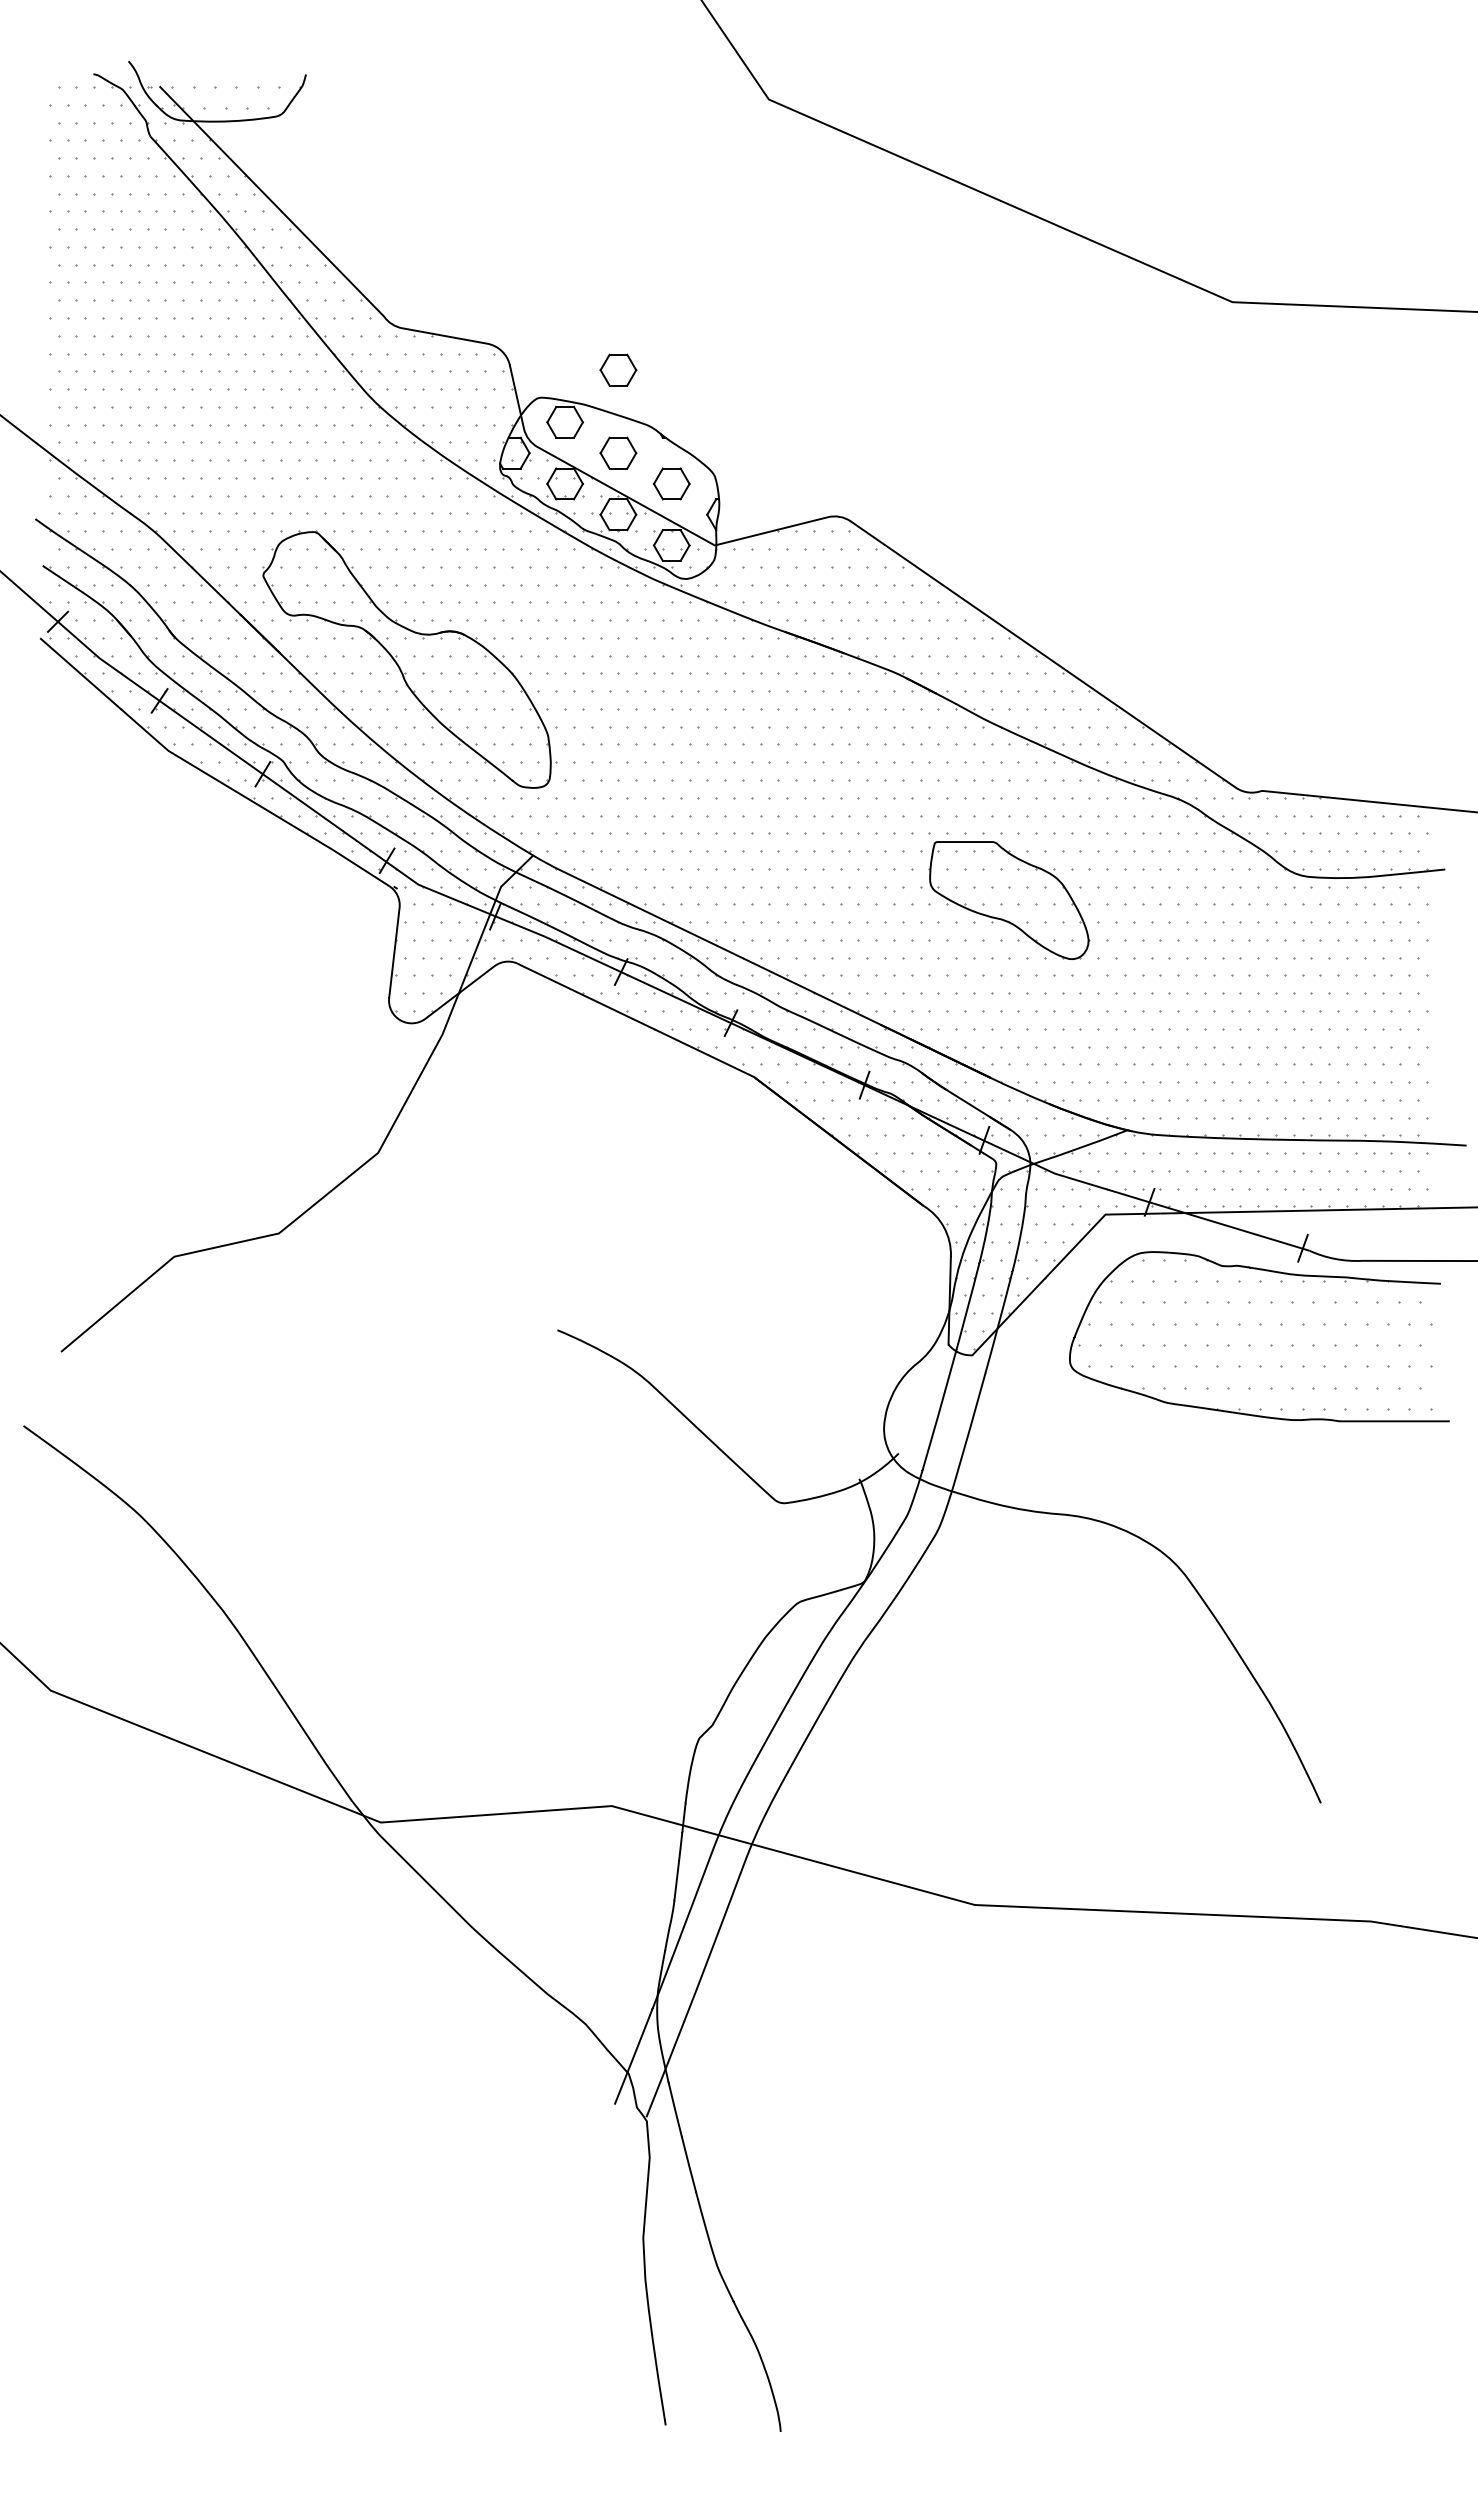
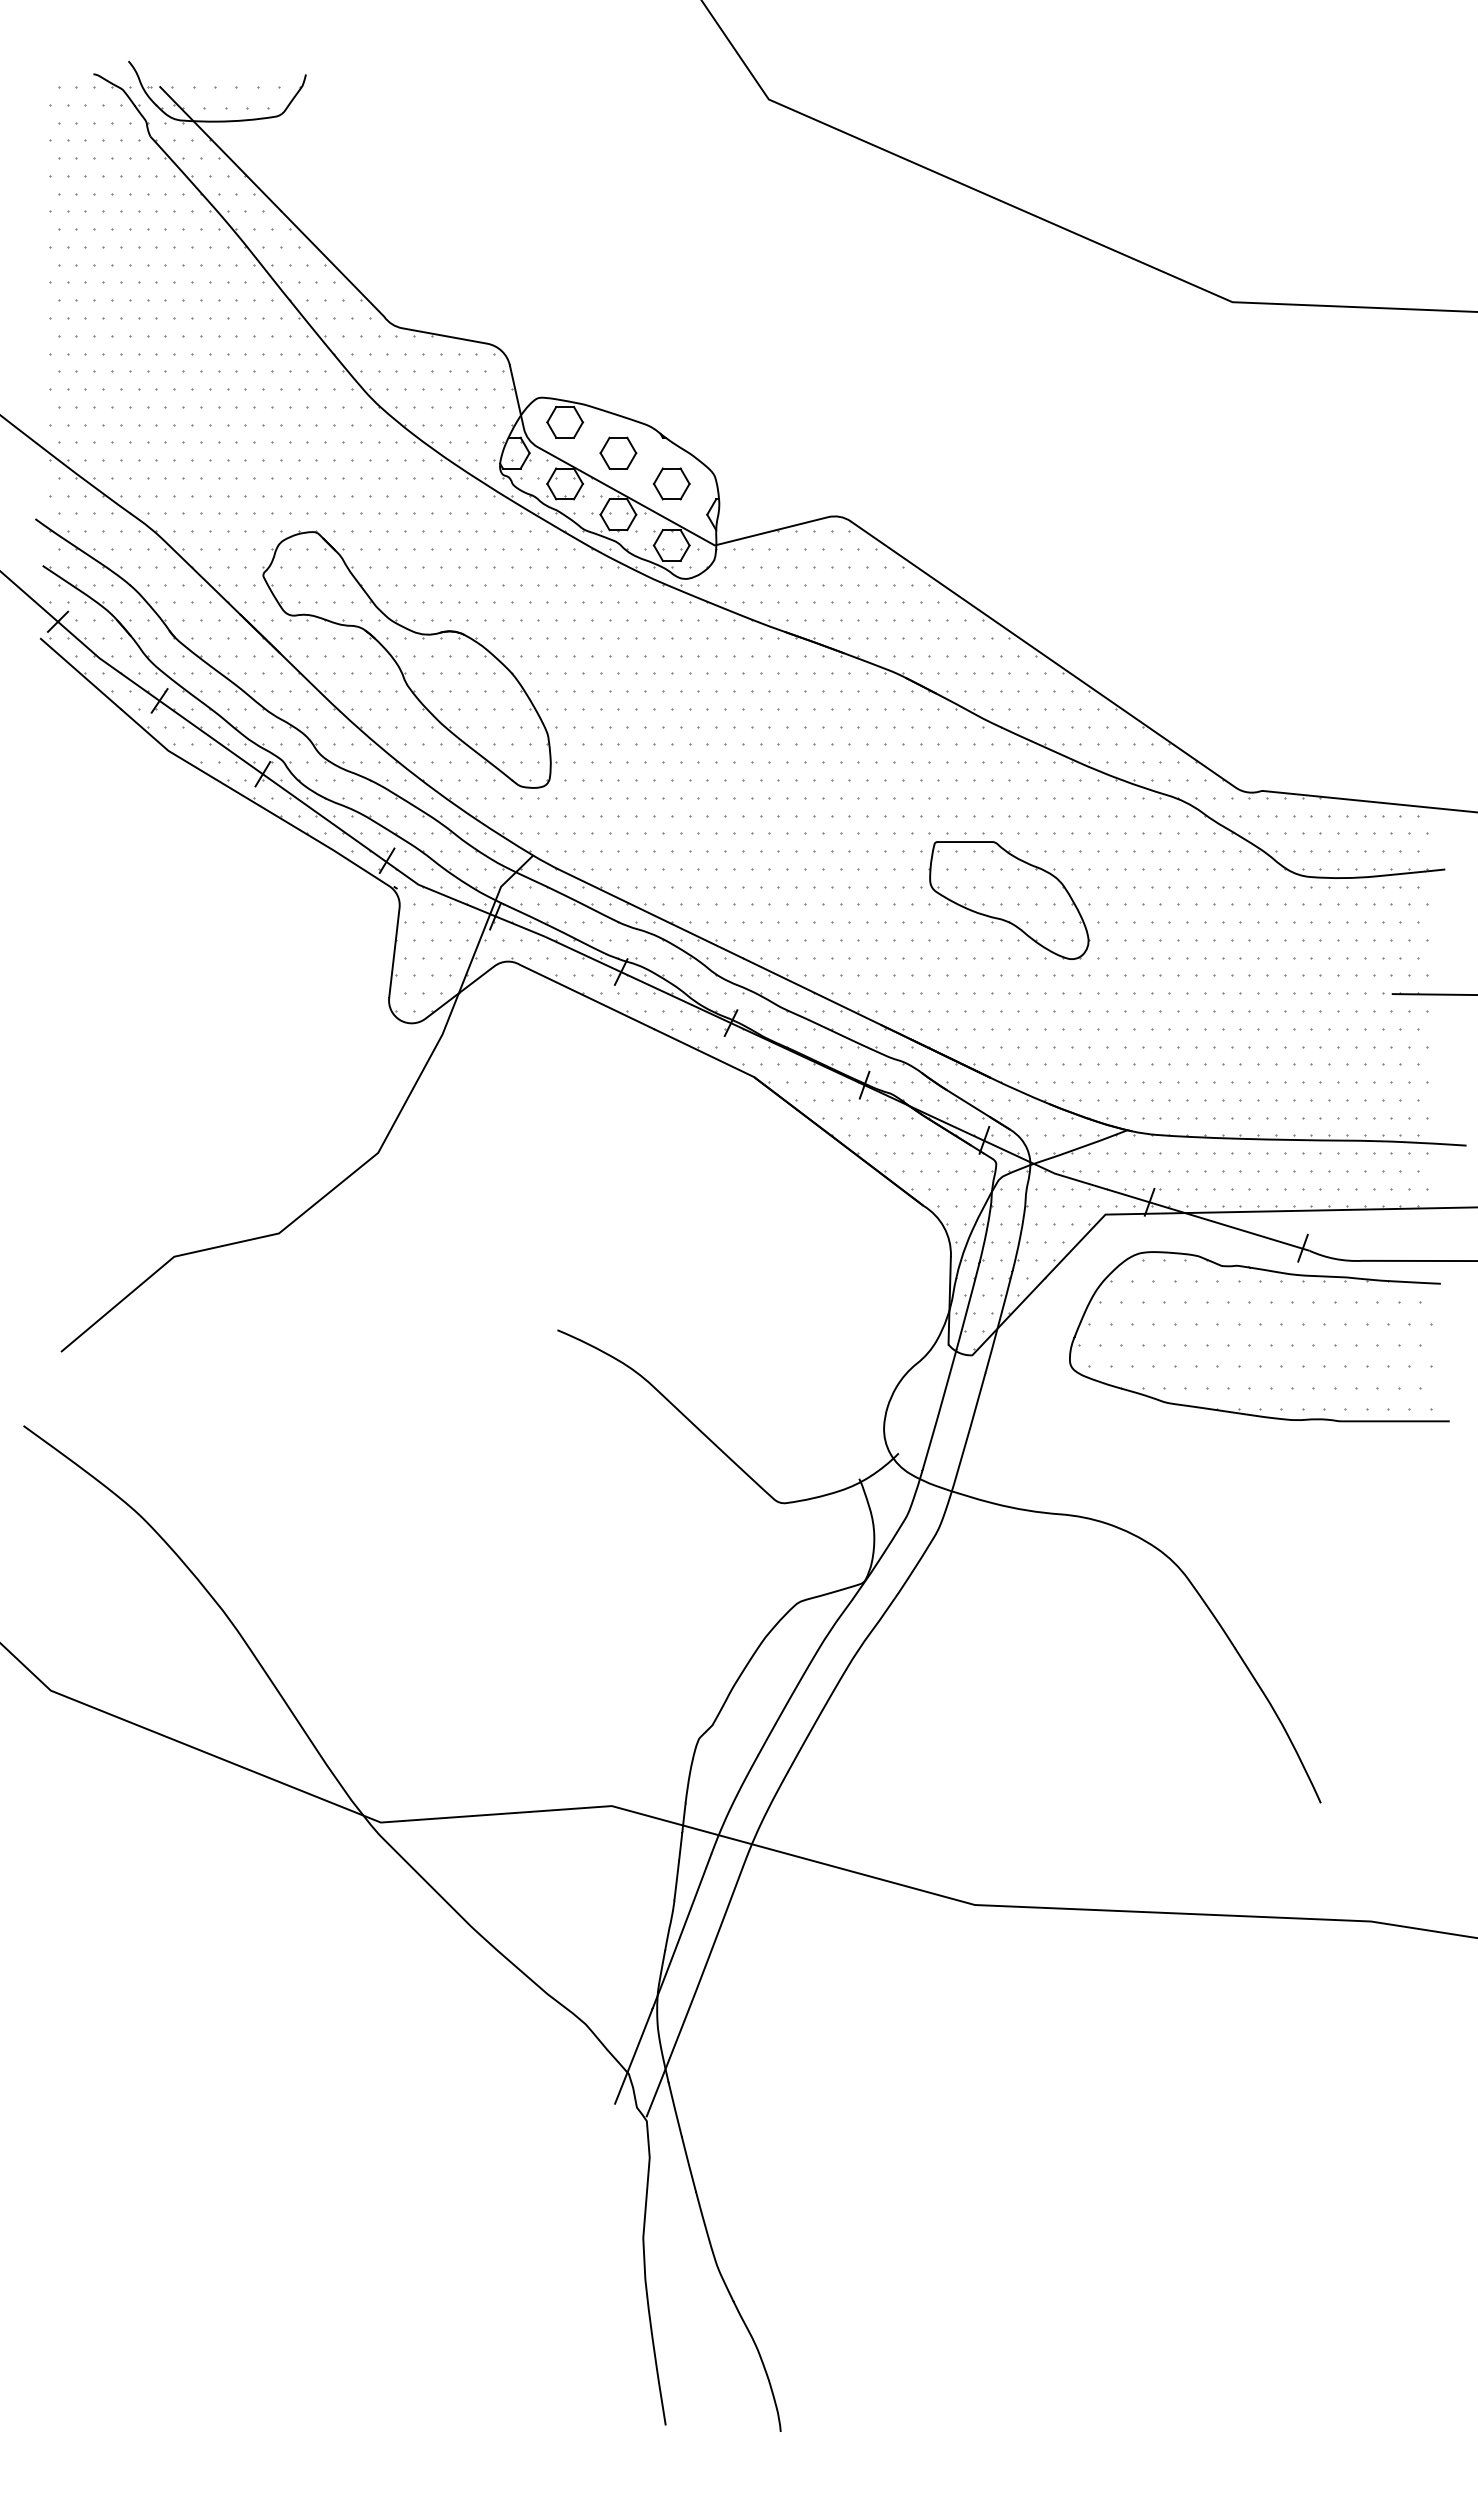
part at (618, 369): present -> none
line at (1433, 994): none -> present
